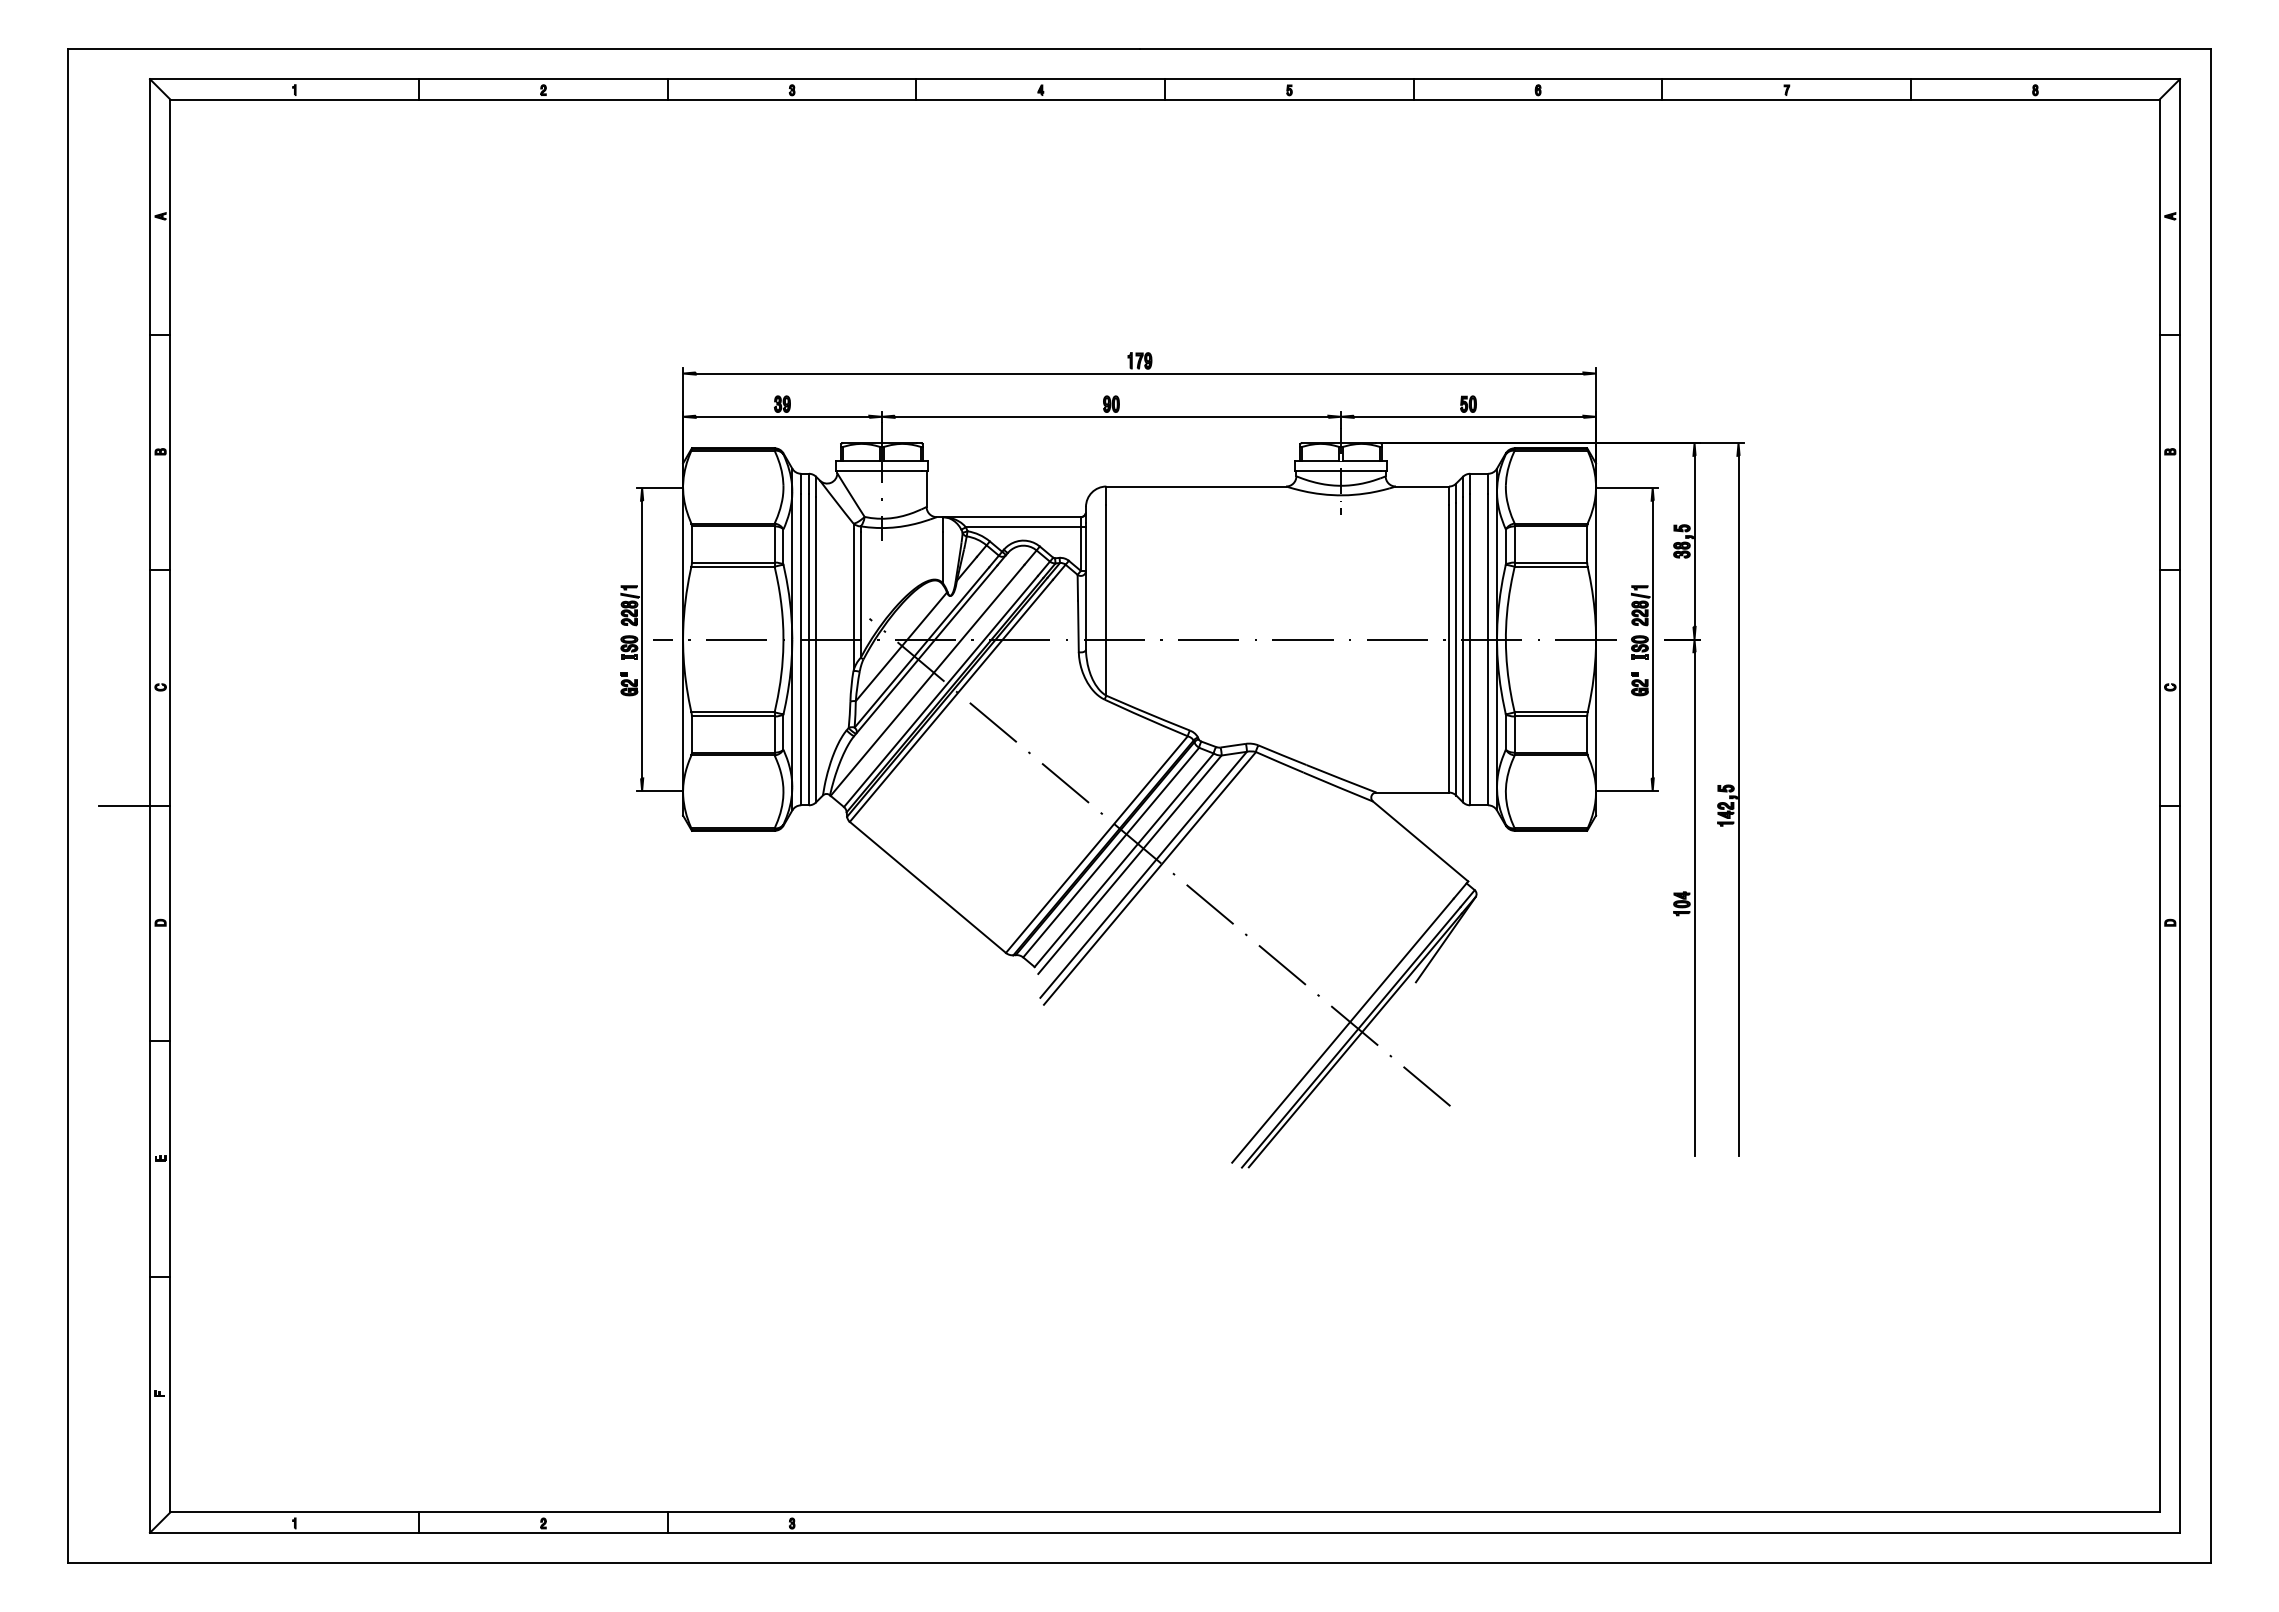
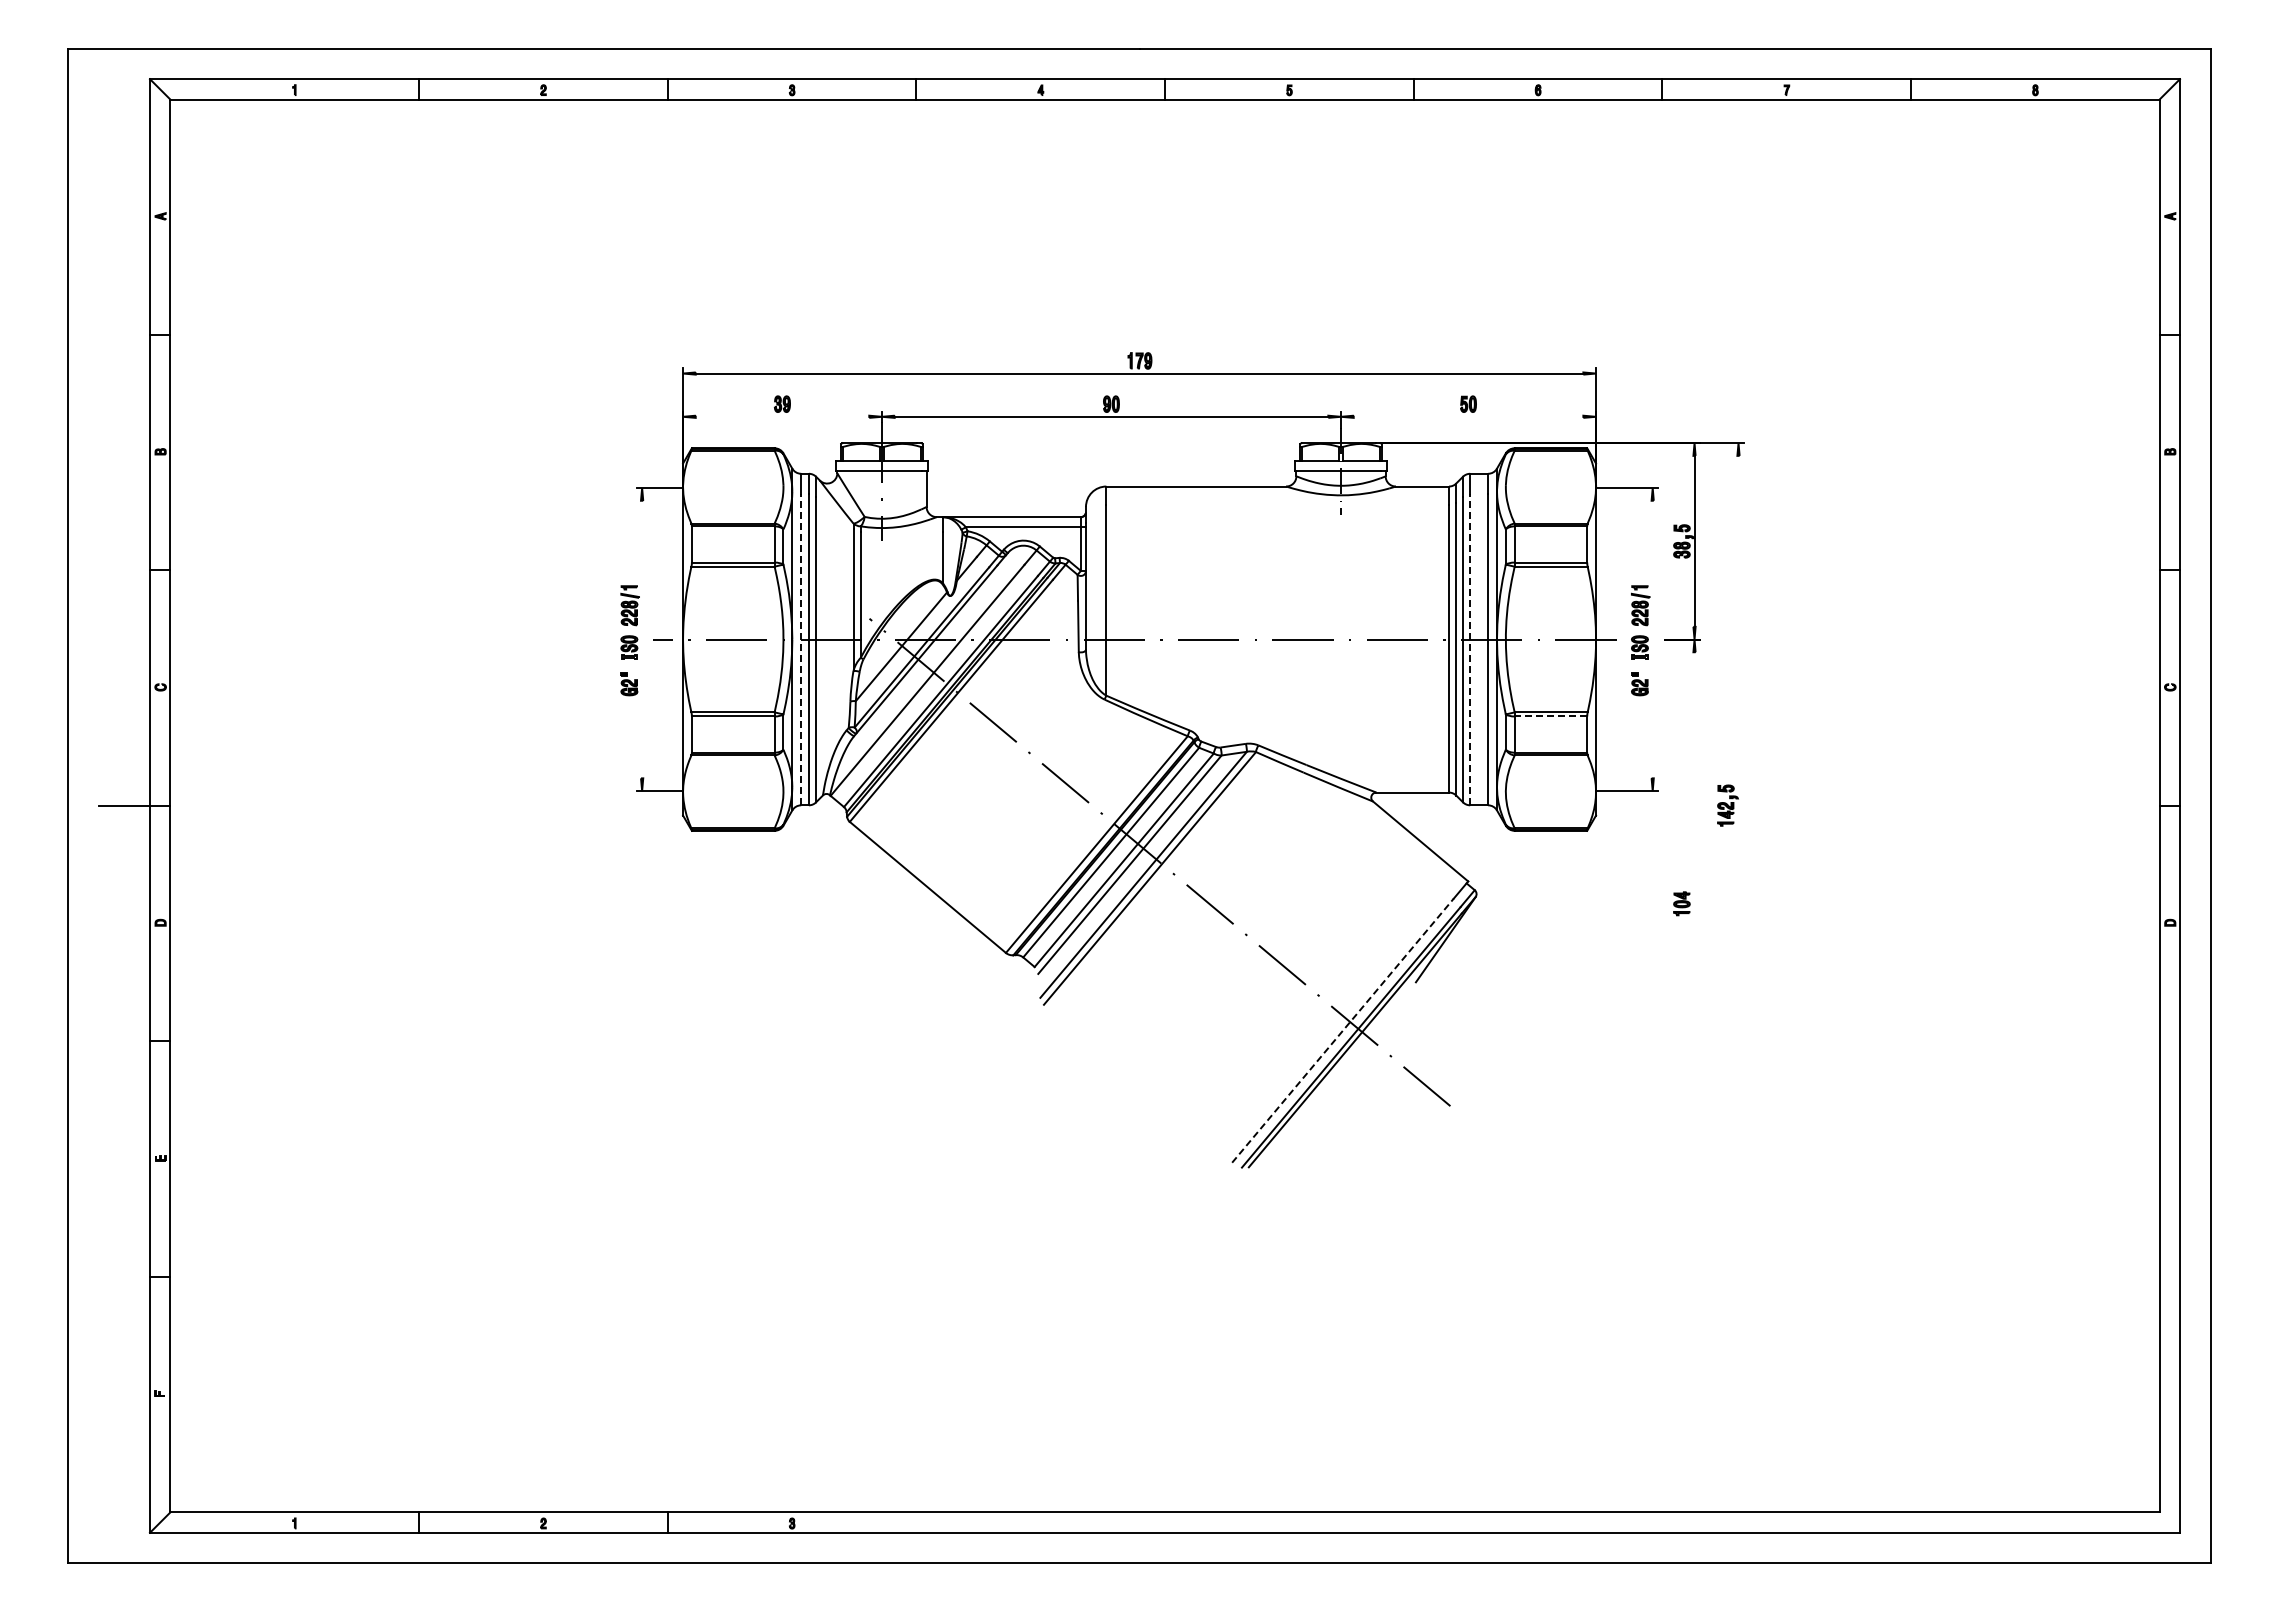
line at (782, 416): present -> none
line at (1468, 416): present -> none
line at (642, 639): present -> none
line at (1652, 639): present -> none
line at (801, 649): solid -> dashed
line at (1470, 649): solid -> dashed
line at (1550, 716): solid -> dashed
line at (1738, 805): present -> none
line at (1694, 904): present -> none
line at (1343, 1030): solid -> dashed
